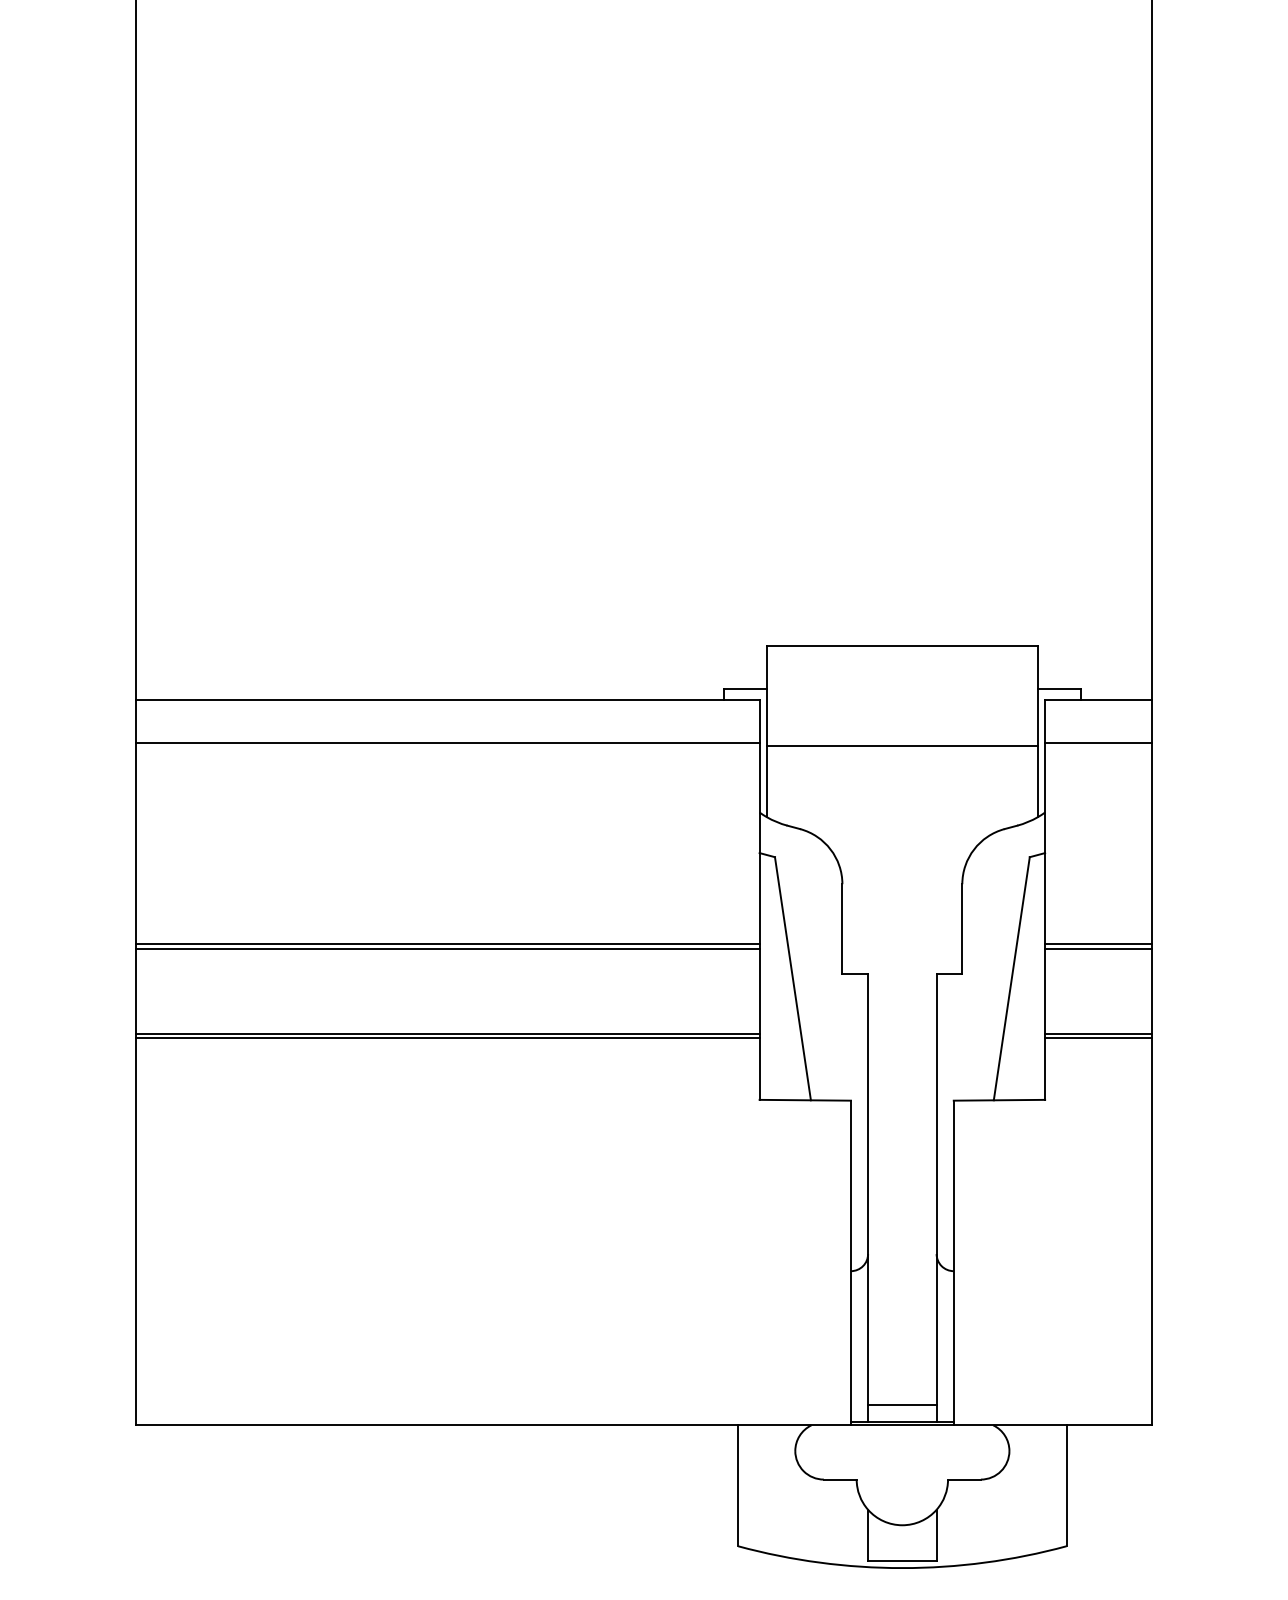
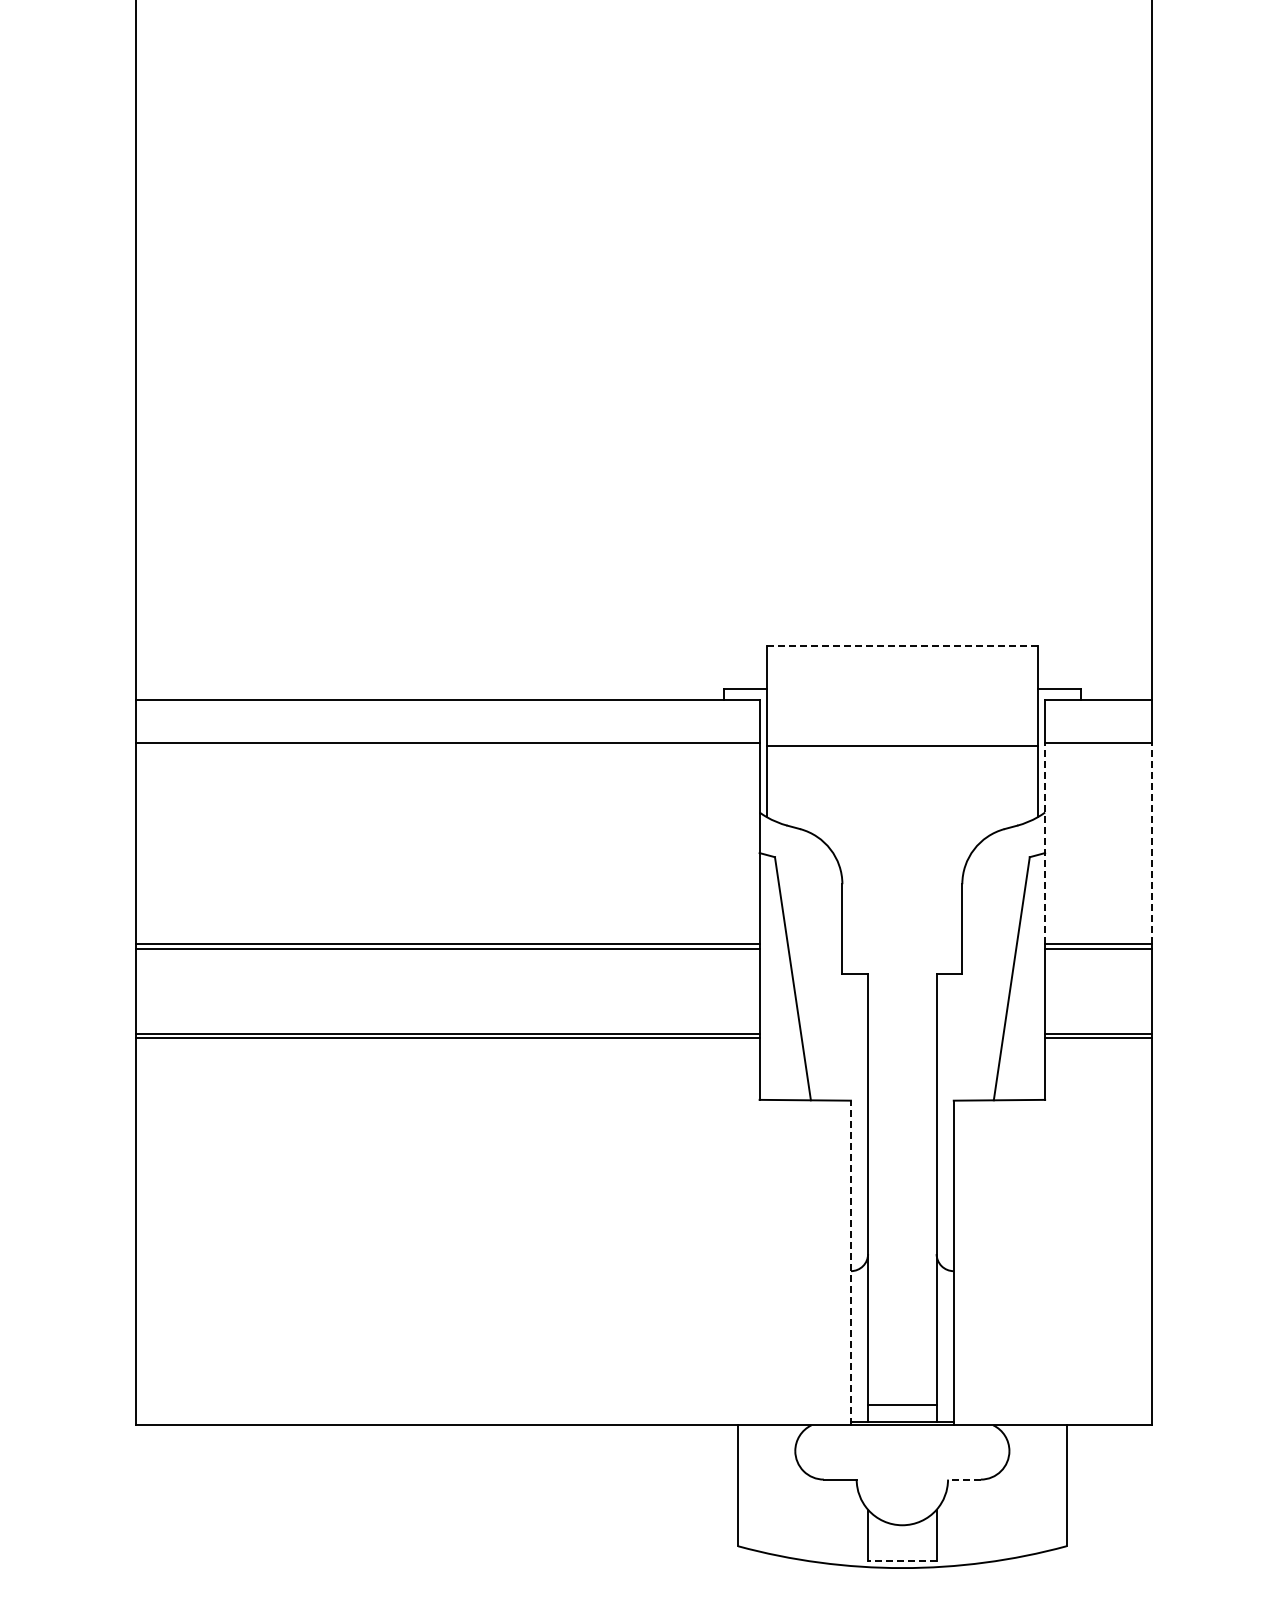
line at (902, 645): solid -> dashed
line at (1045, 843): solid -> dashed
line at (1152, 843): solid -> dashed
line at (850, 1262): solid -> dashed
line at (963, 1479): solid -> dashed
line at (901, 1560): solid -> dashed
